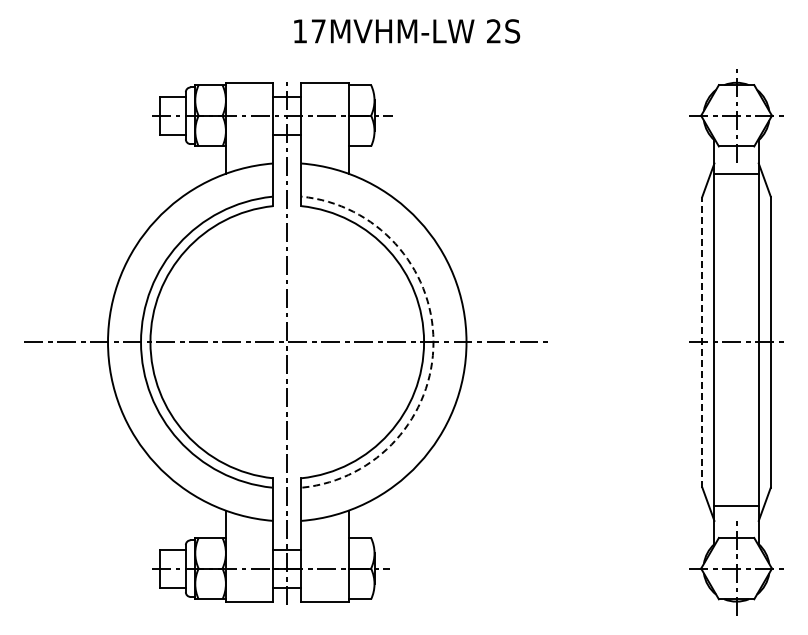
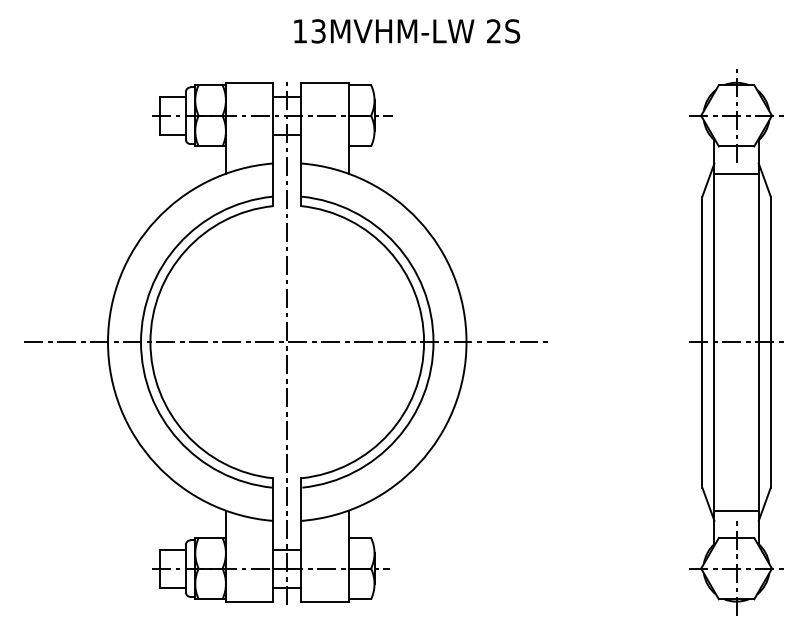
text at (318, 31): 17MVHM-LW -> 13MVHM-LW
arc at (433, 341): dashed -> solid
line at (702, 342): dashed -> solid
line at (736, 505) position: (736, 505) -> (736, 510)
